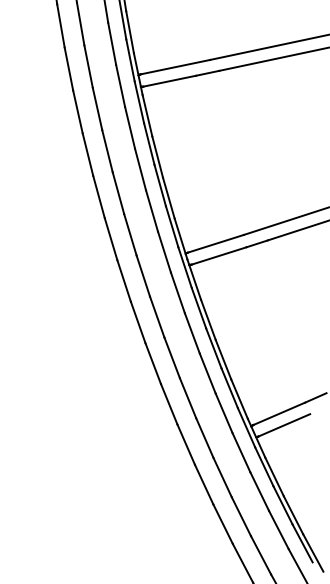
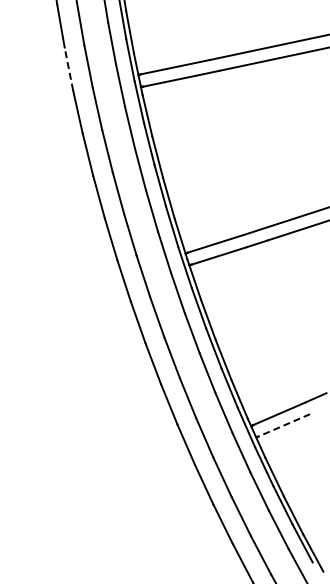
line at (68, 69): solid -> dashed
line at (283, 425): solid -> dashed
